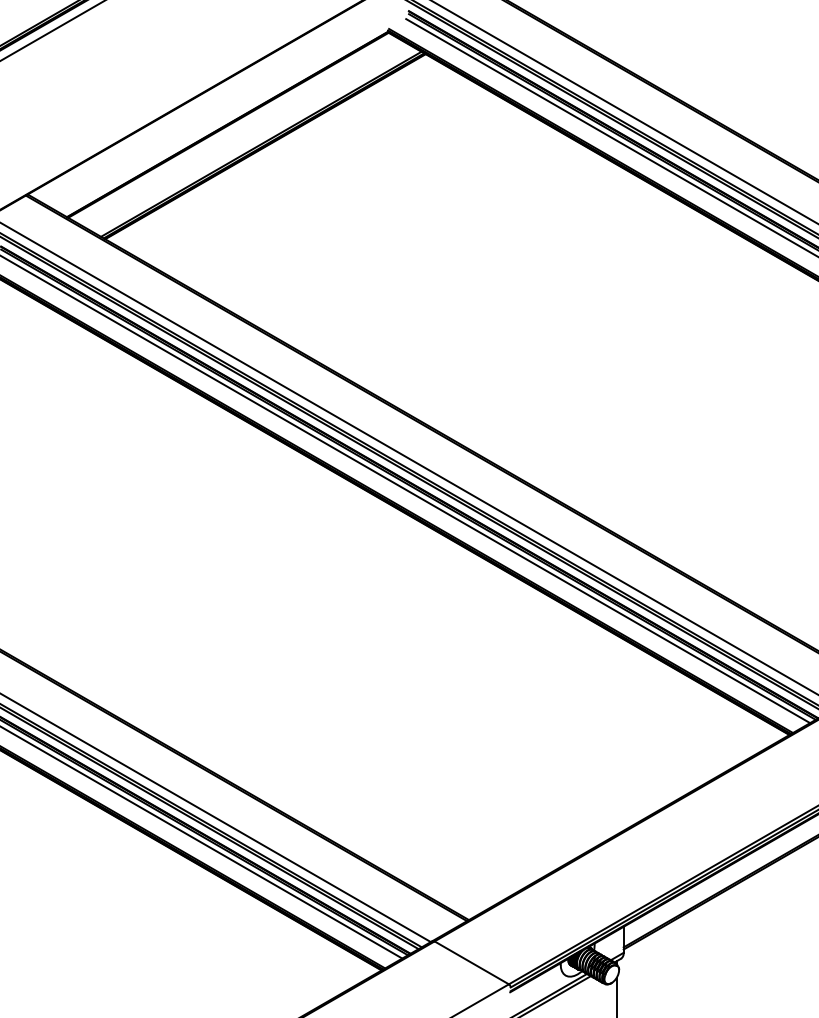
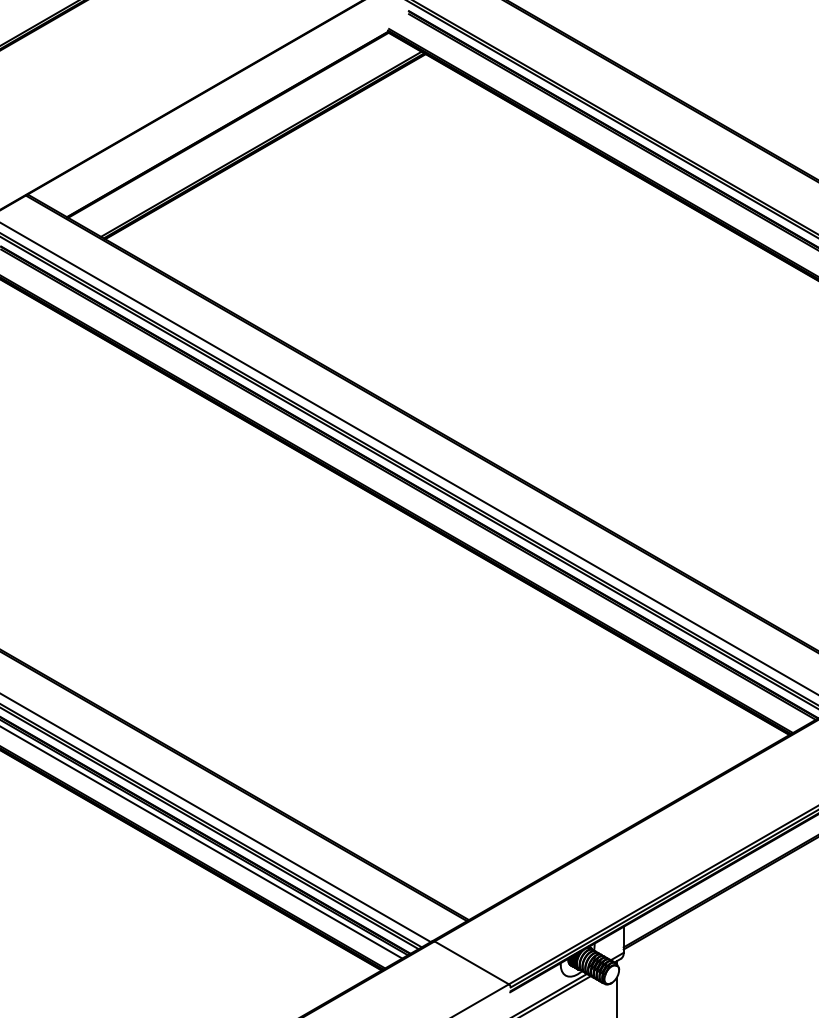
line at (51, 30): present -> none
line at (624, 112): present -> none
line at (610, 137): present -> none
line at (406, 490): present -> none
